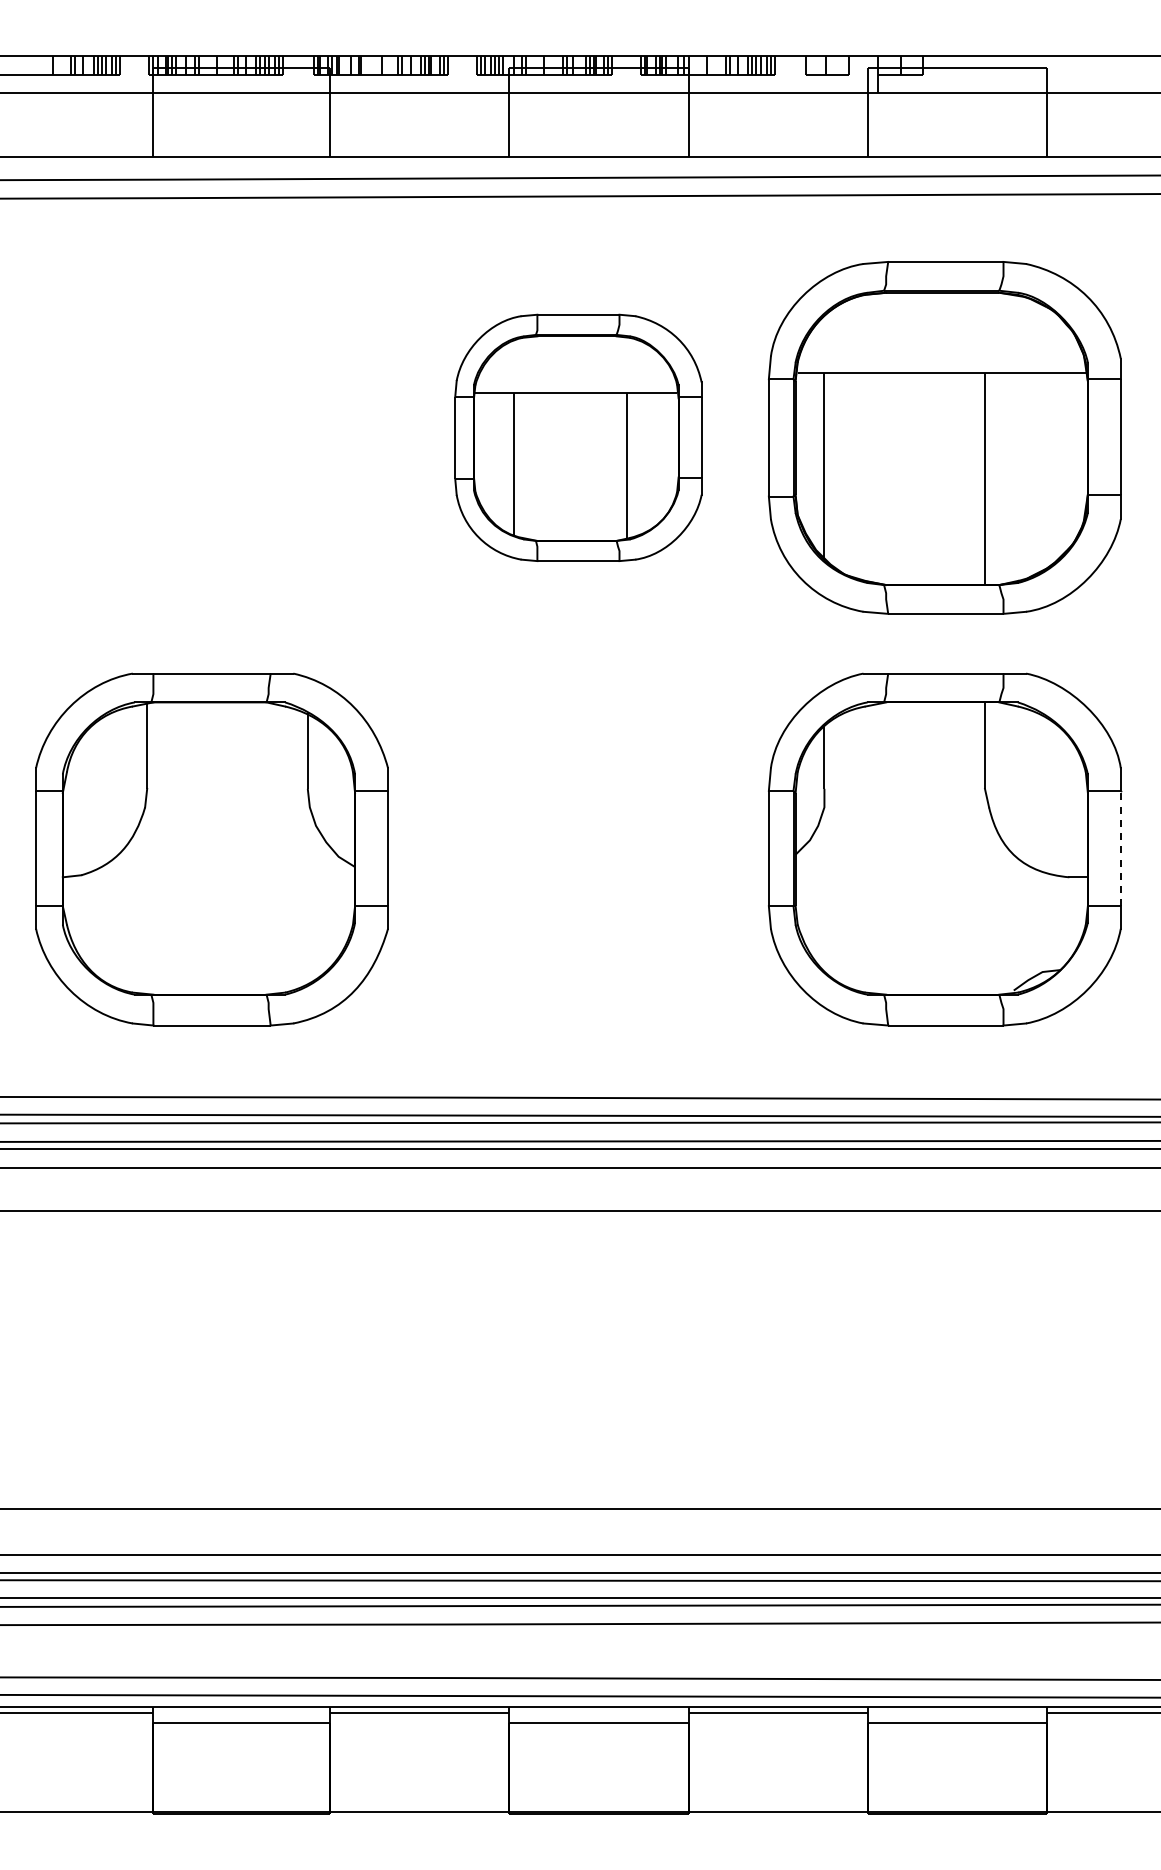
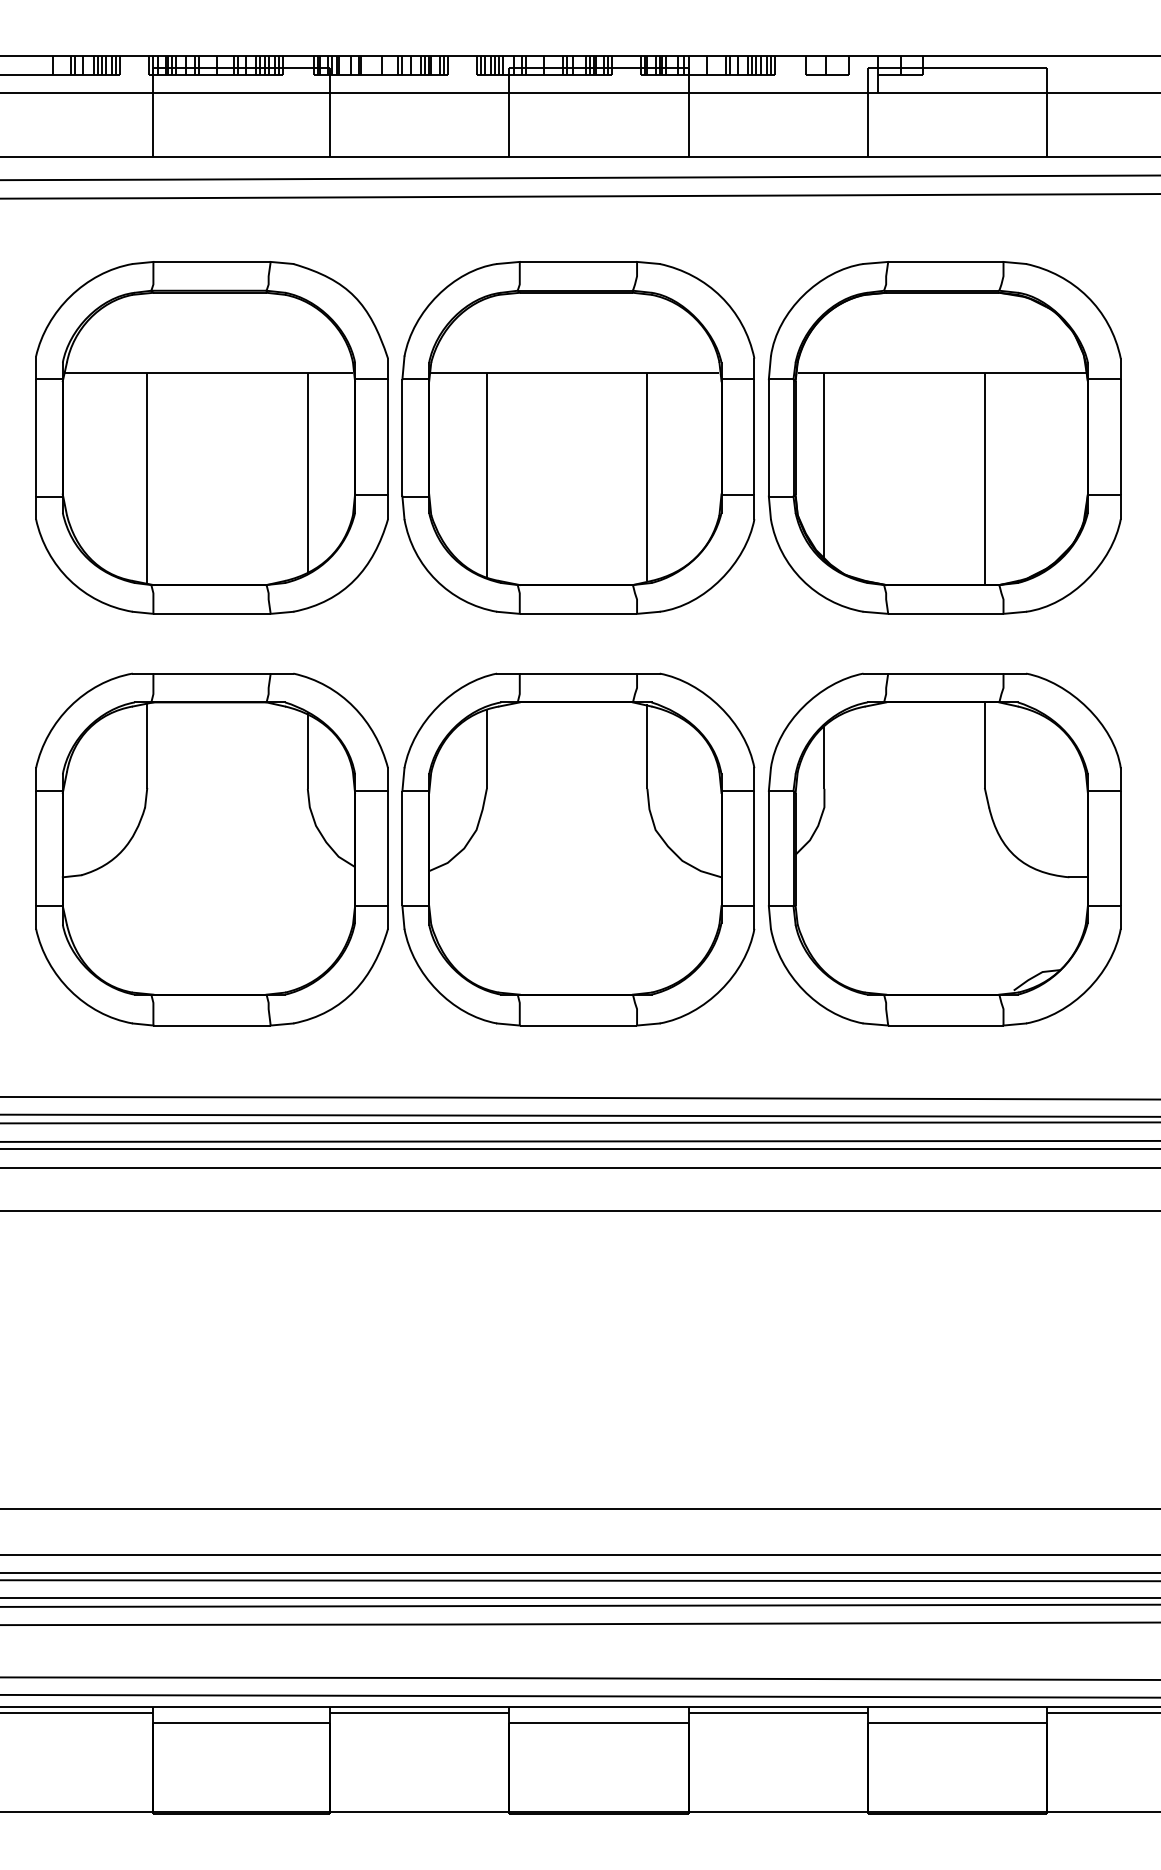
part at (211, 437): none -> present
part at (578, 437) size: 249x249 px -> 355x354 px
line at (1120, 847): dashed -> solid
part at (578, 849): none -> present
